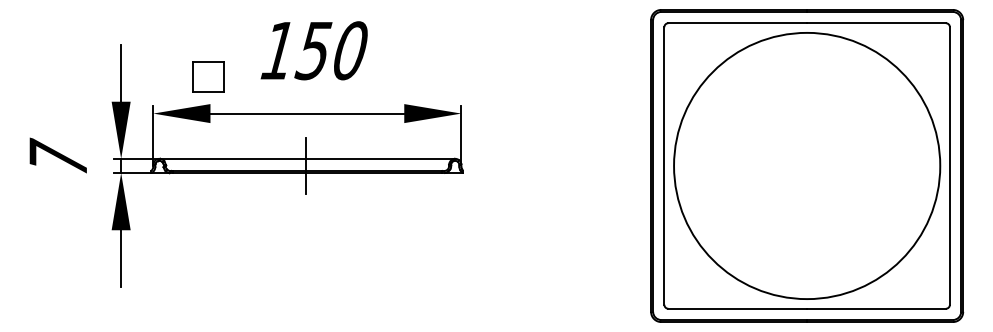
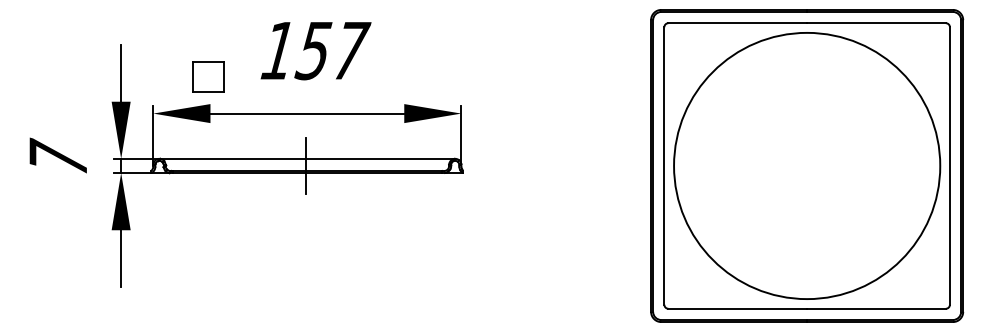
text at (352, 50): 150 -> 157
